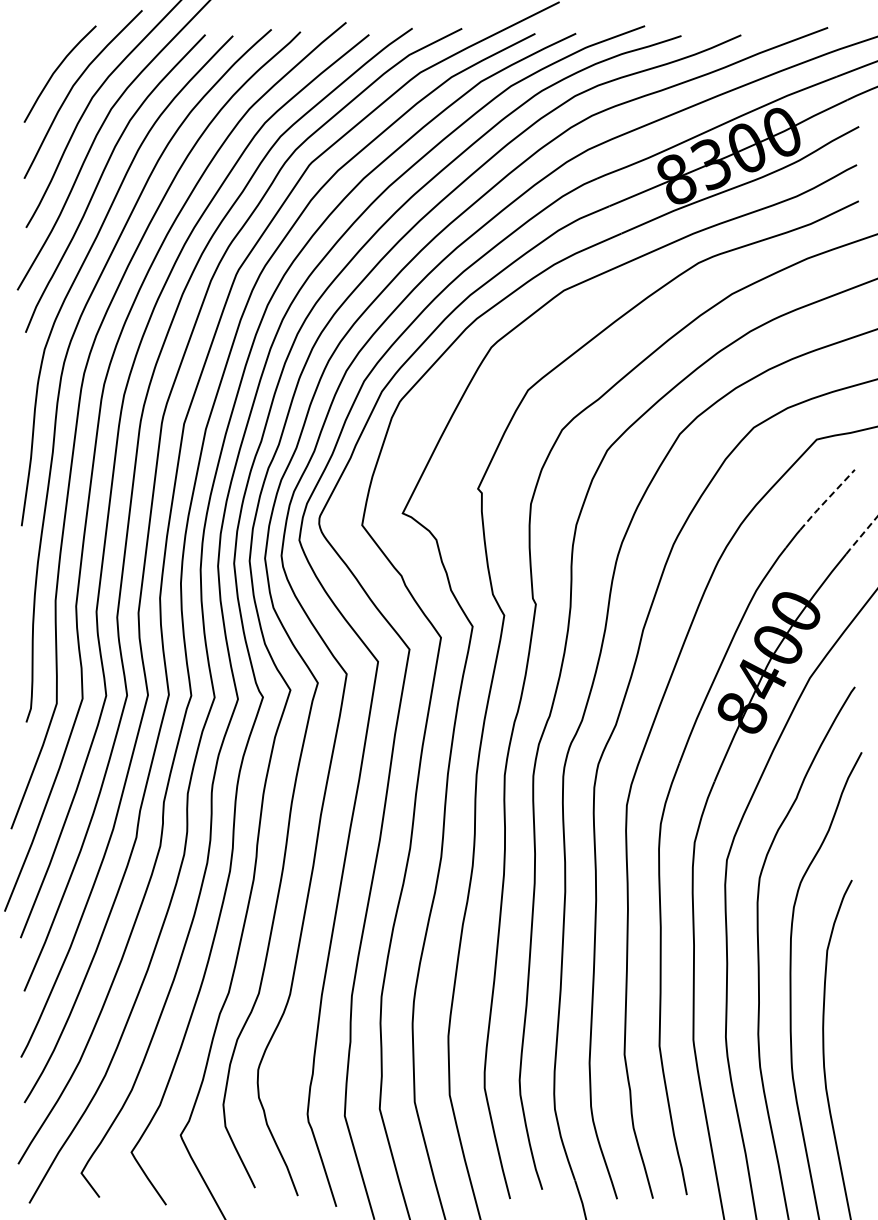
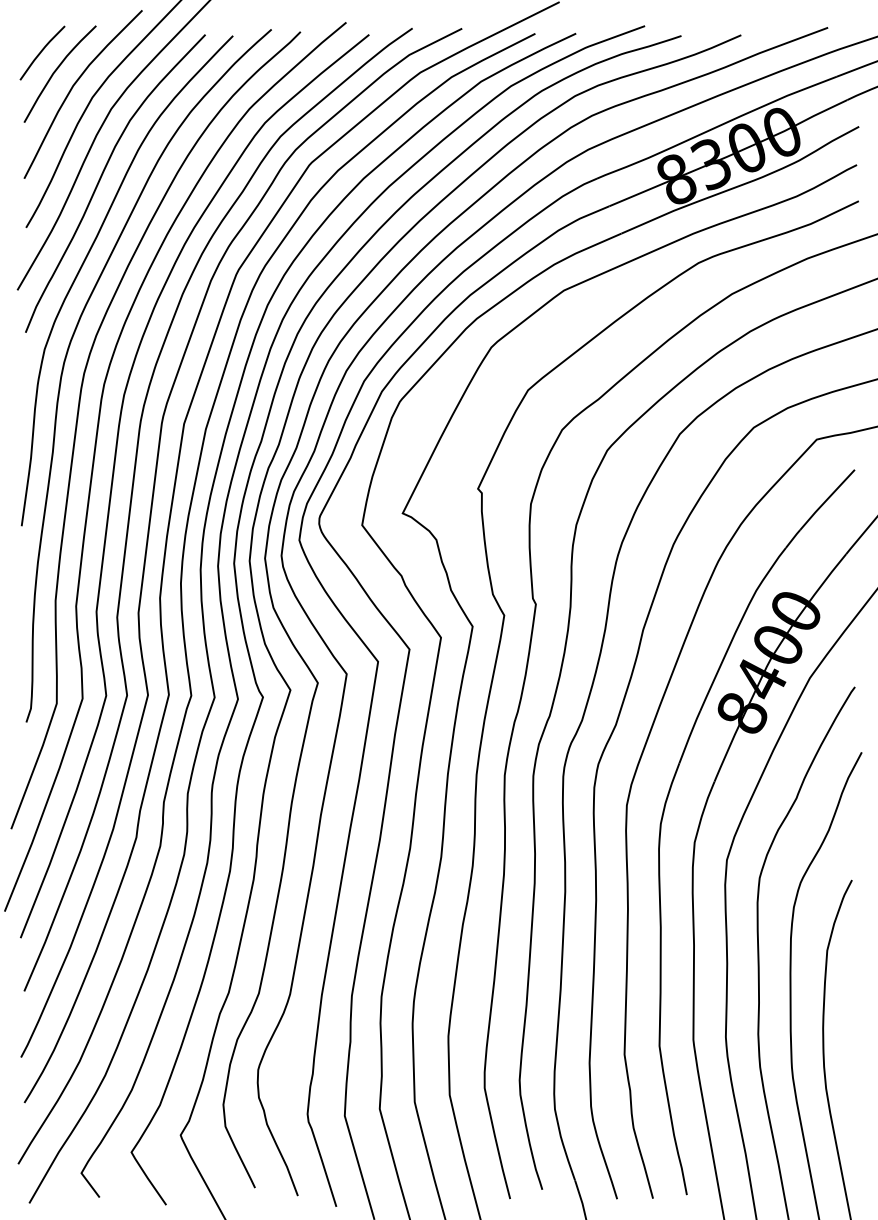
curve at (42, 51): none -> present
line at (826, 500): dashed -> solid
line at (861, 535): dashed -> solid
